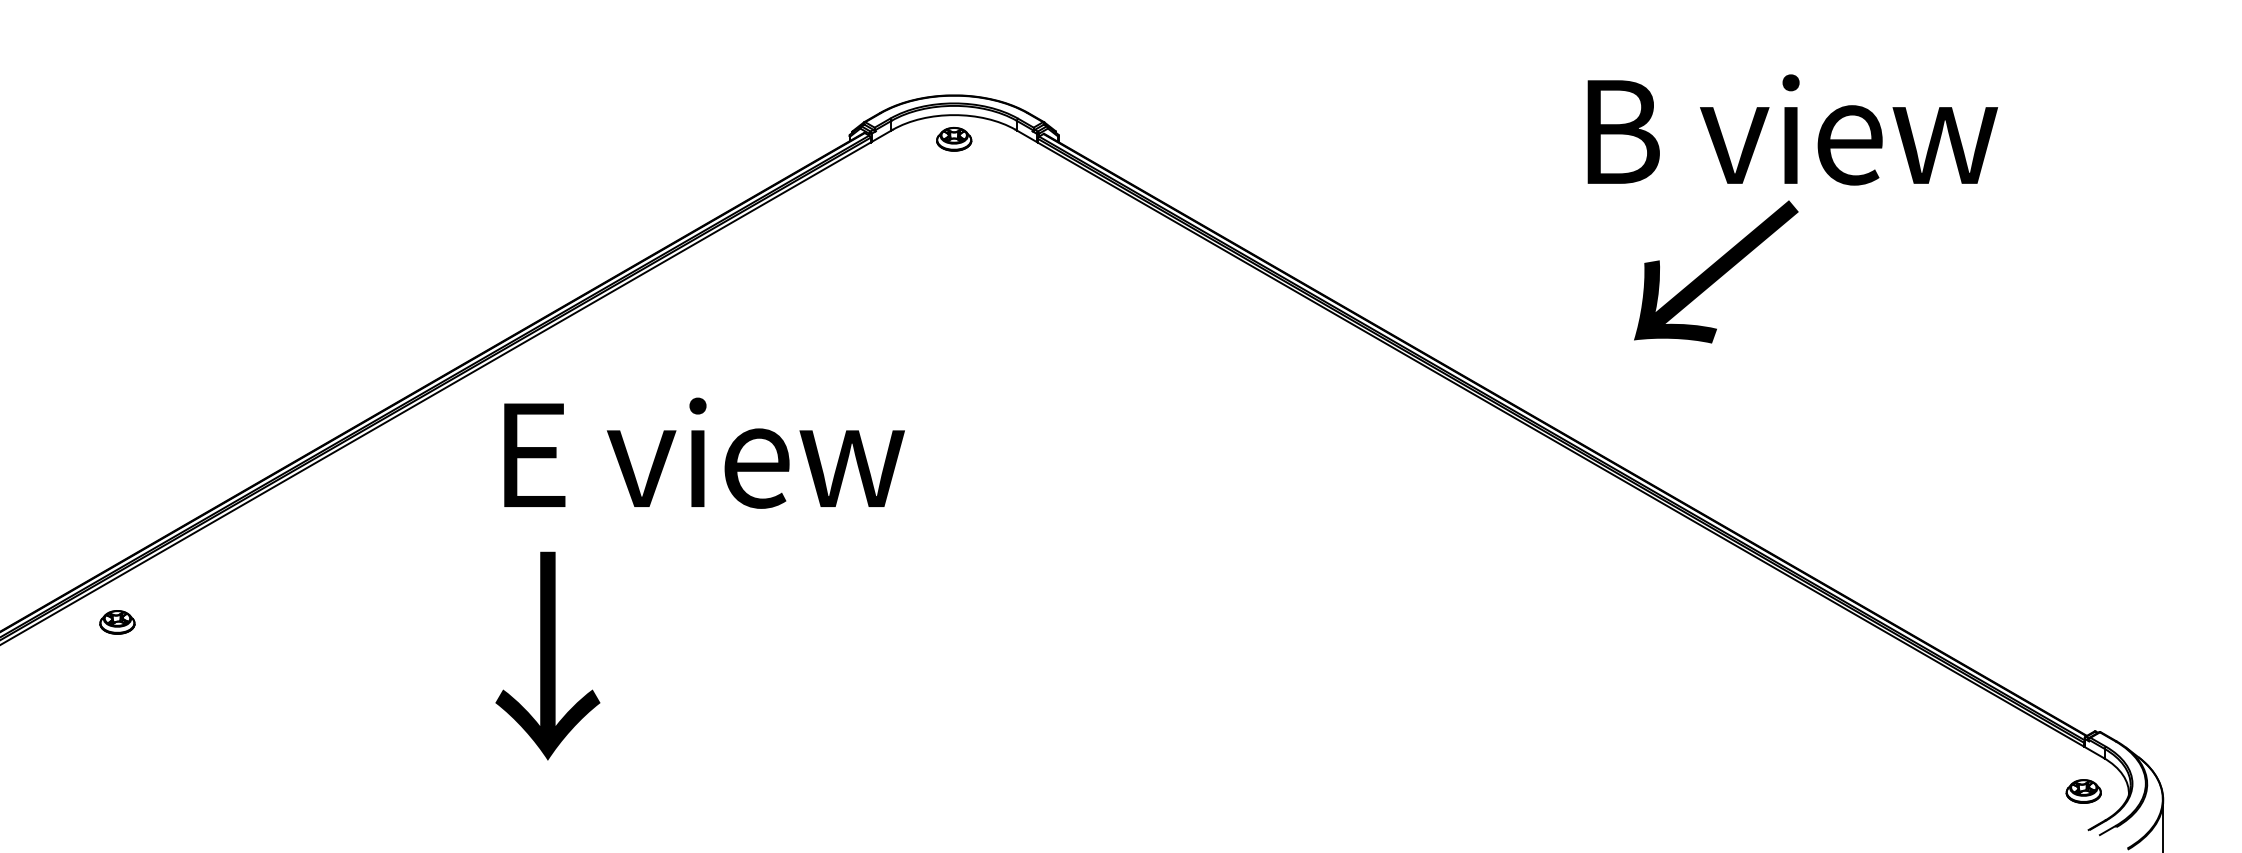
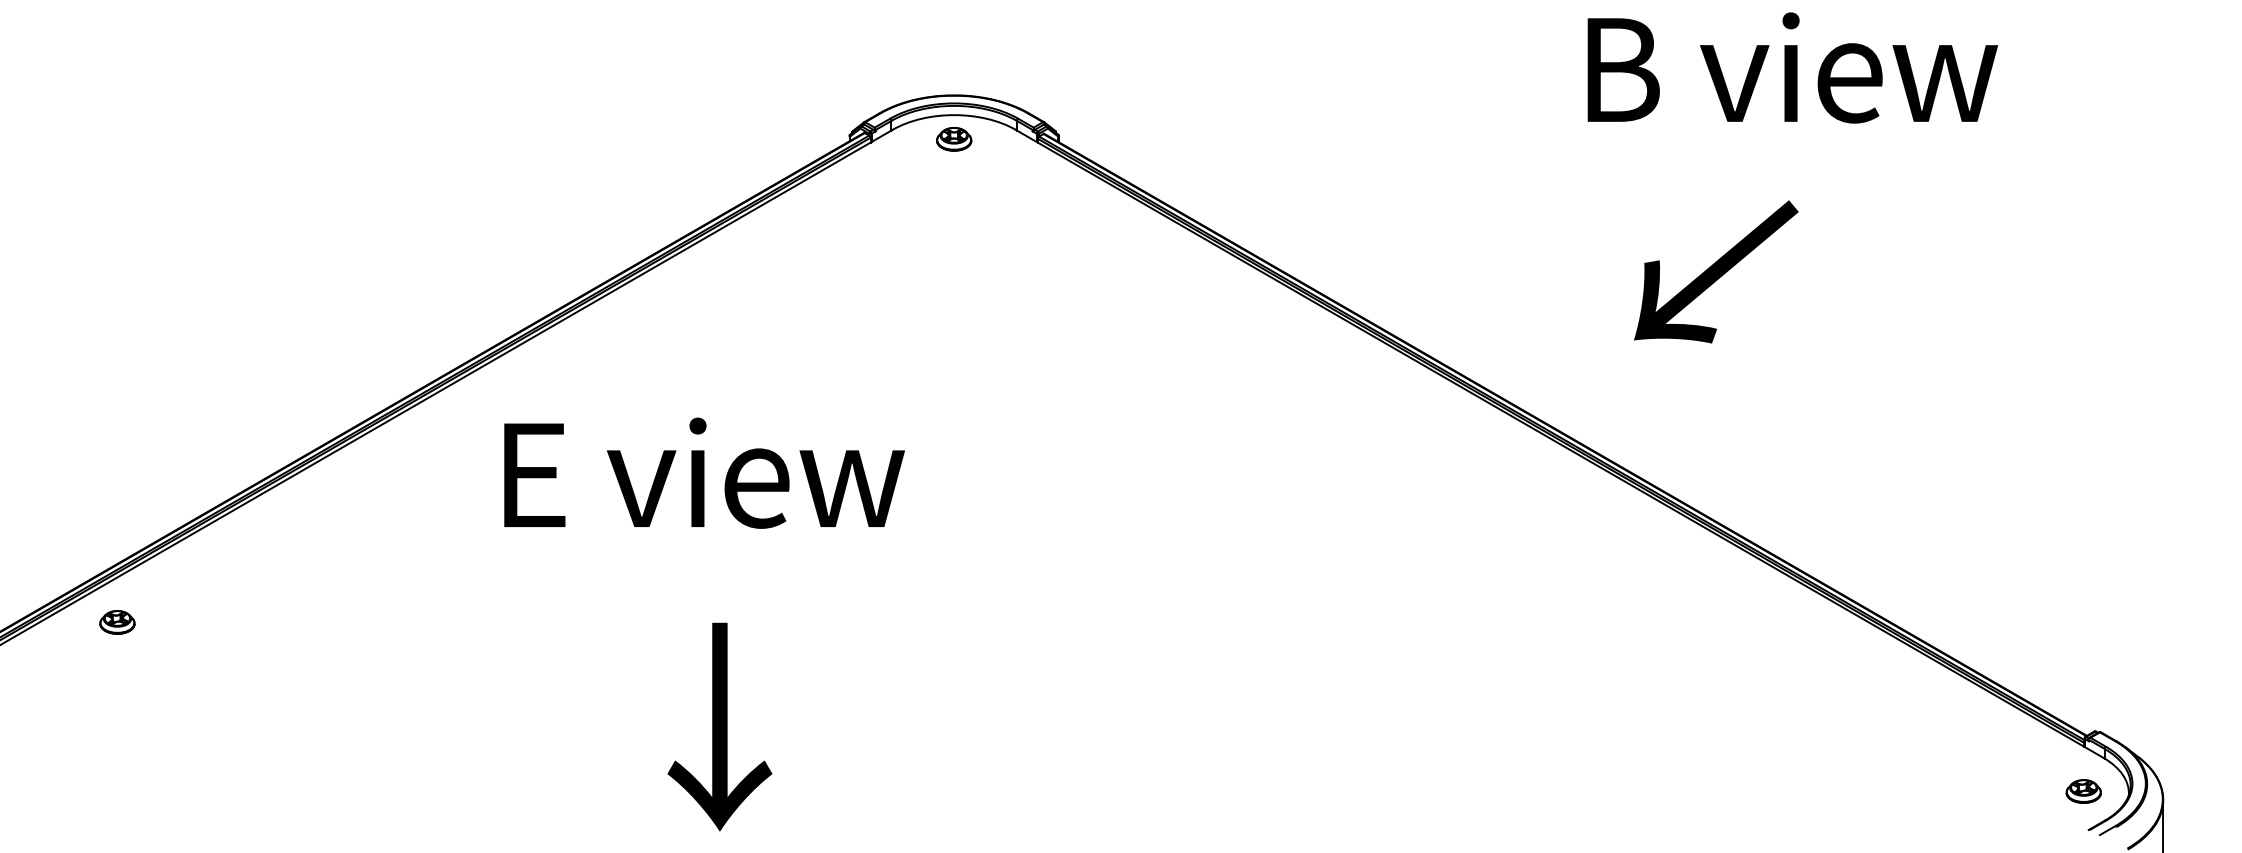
text at (1792, 129) position: (1792, 129) -> (1792, 67)
text at (704, 452) position: (704, 452) -> (704, 472)
text at (547, 655) position: (547, 655) -> (719, 726)
